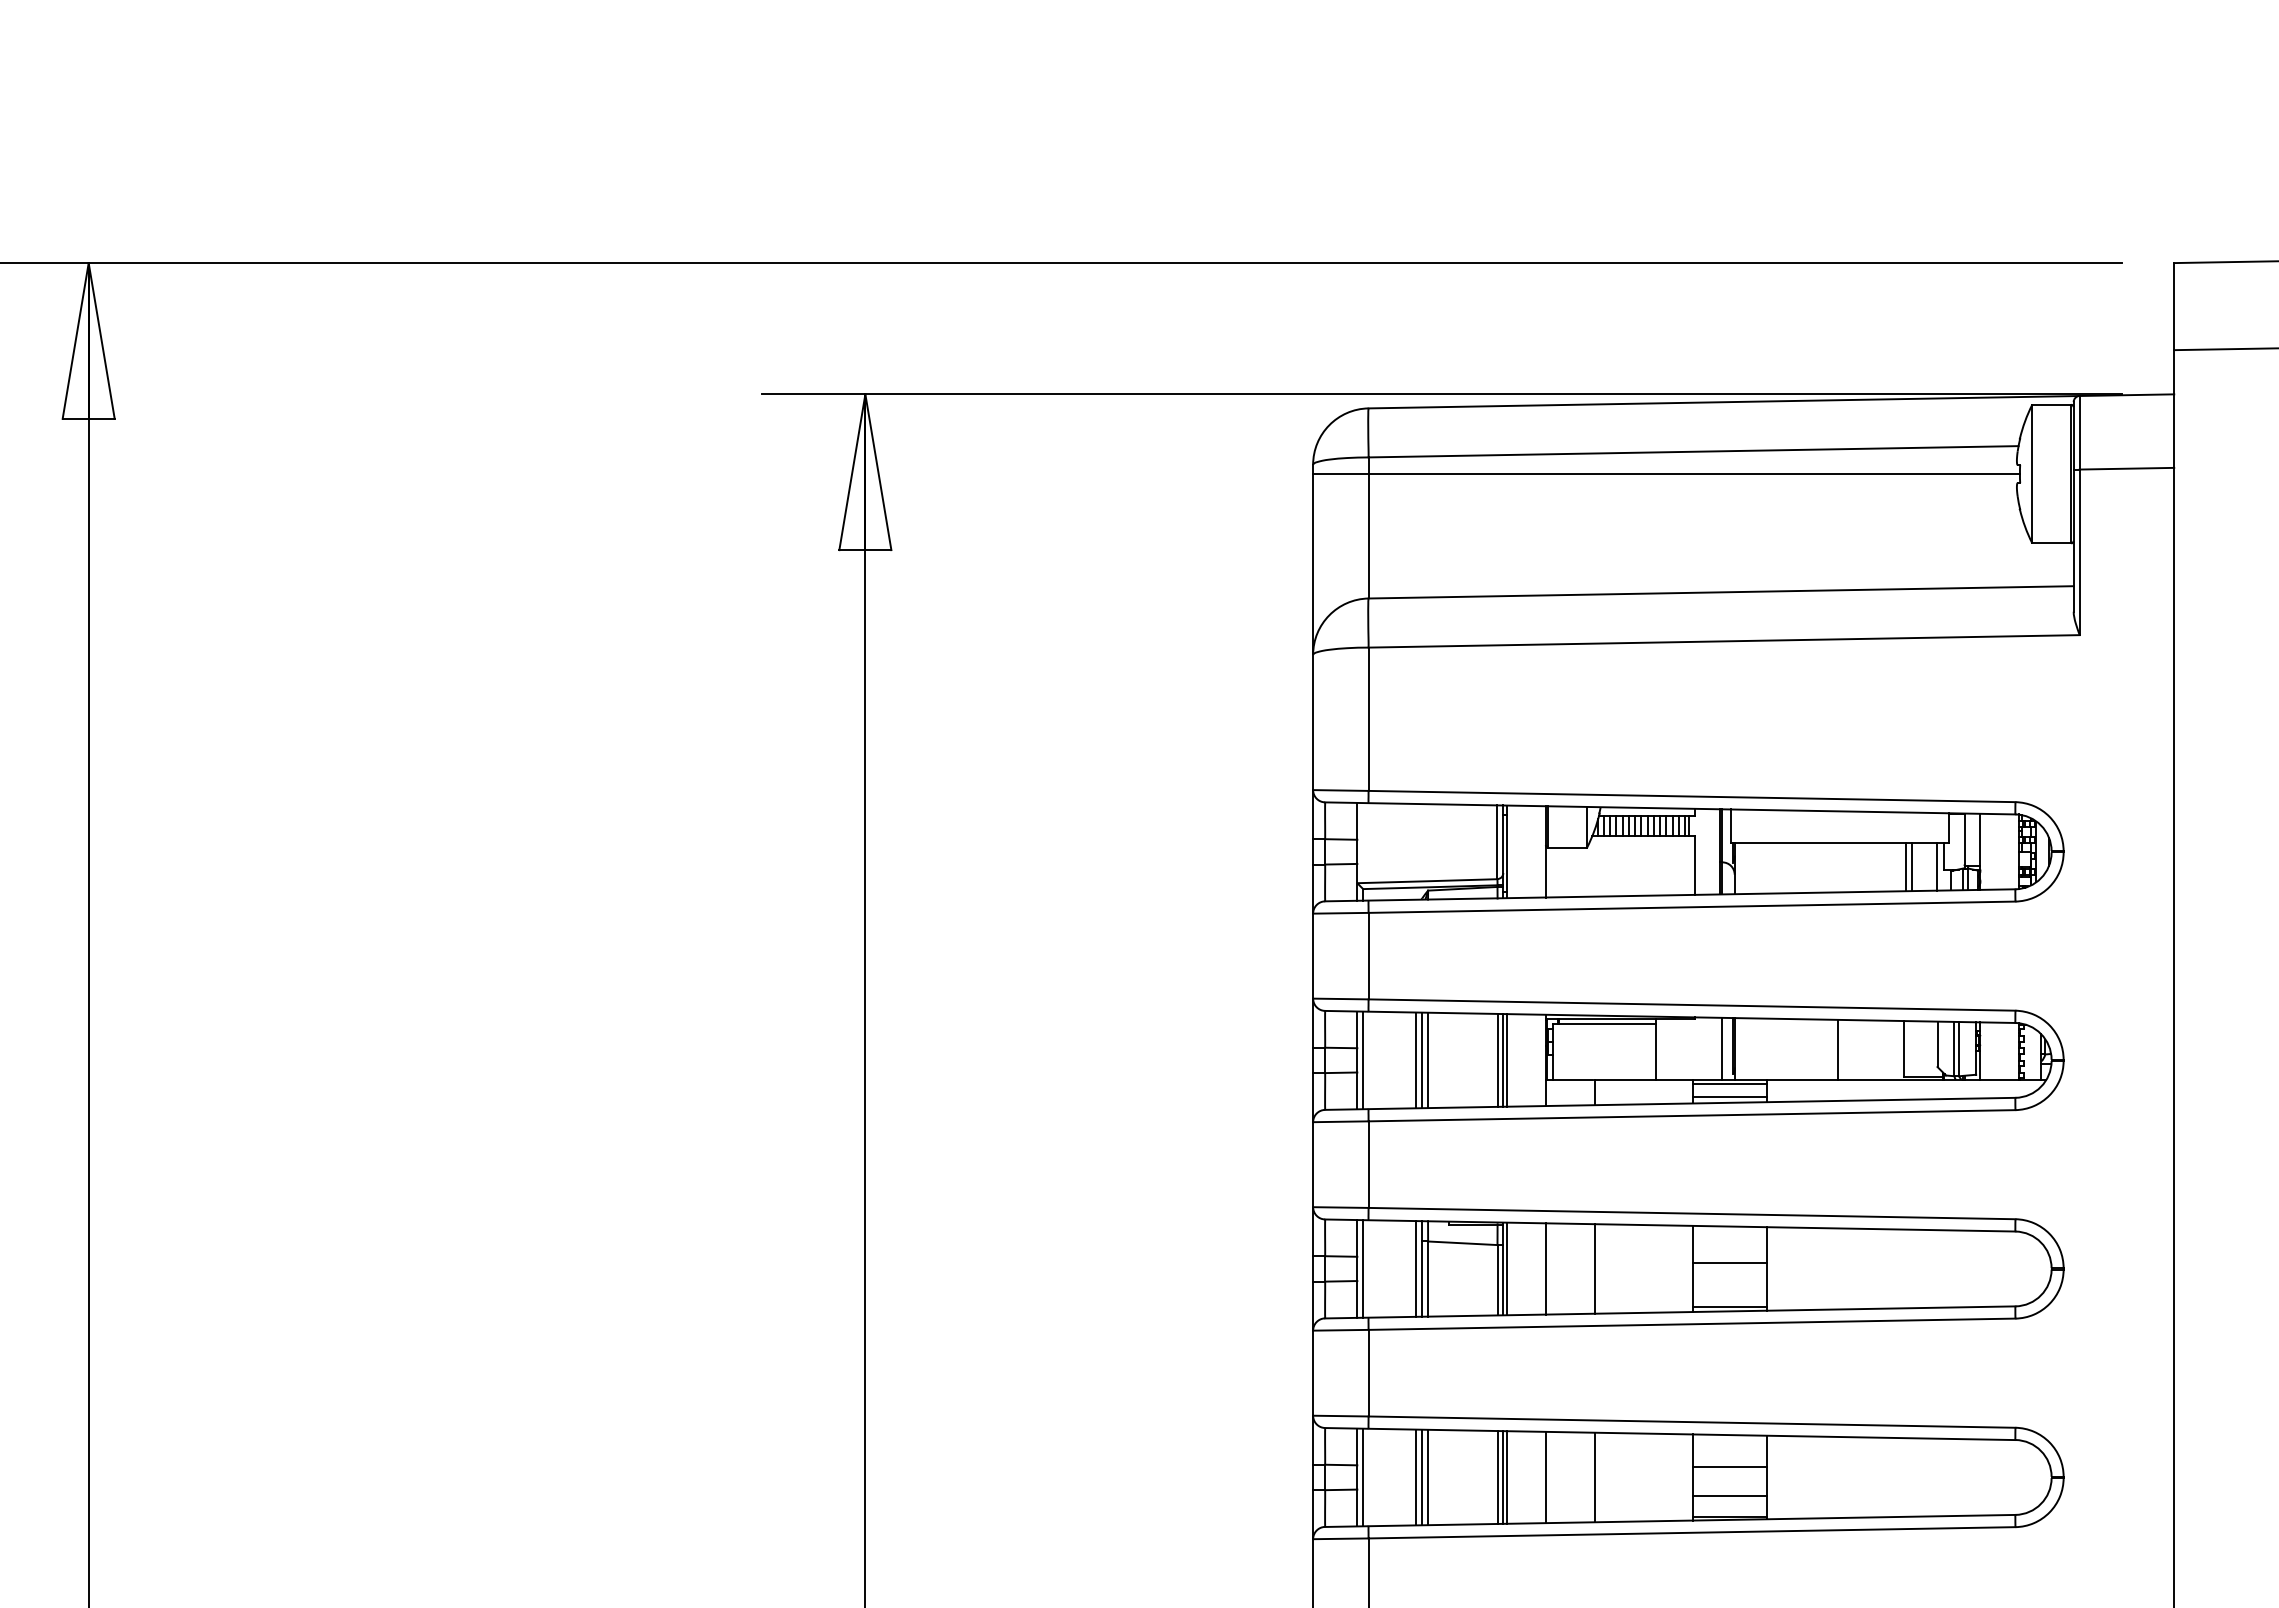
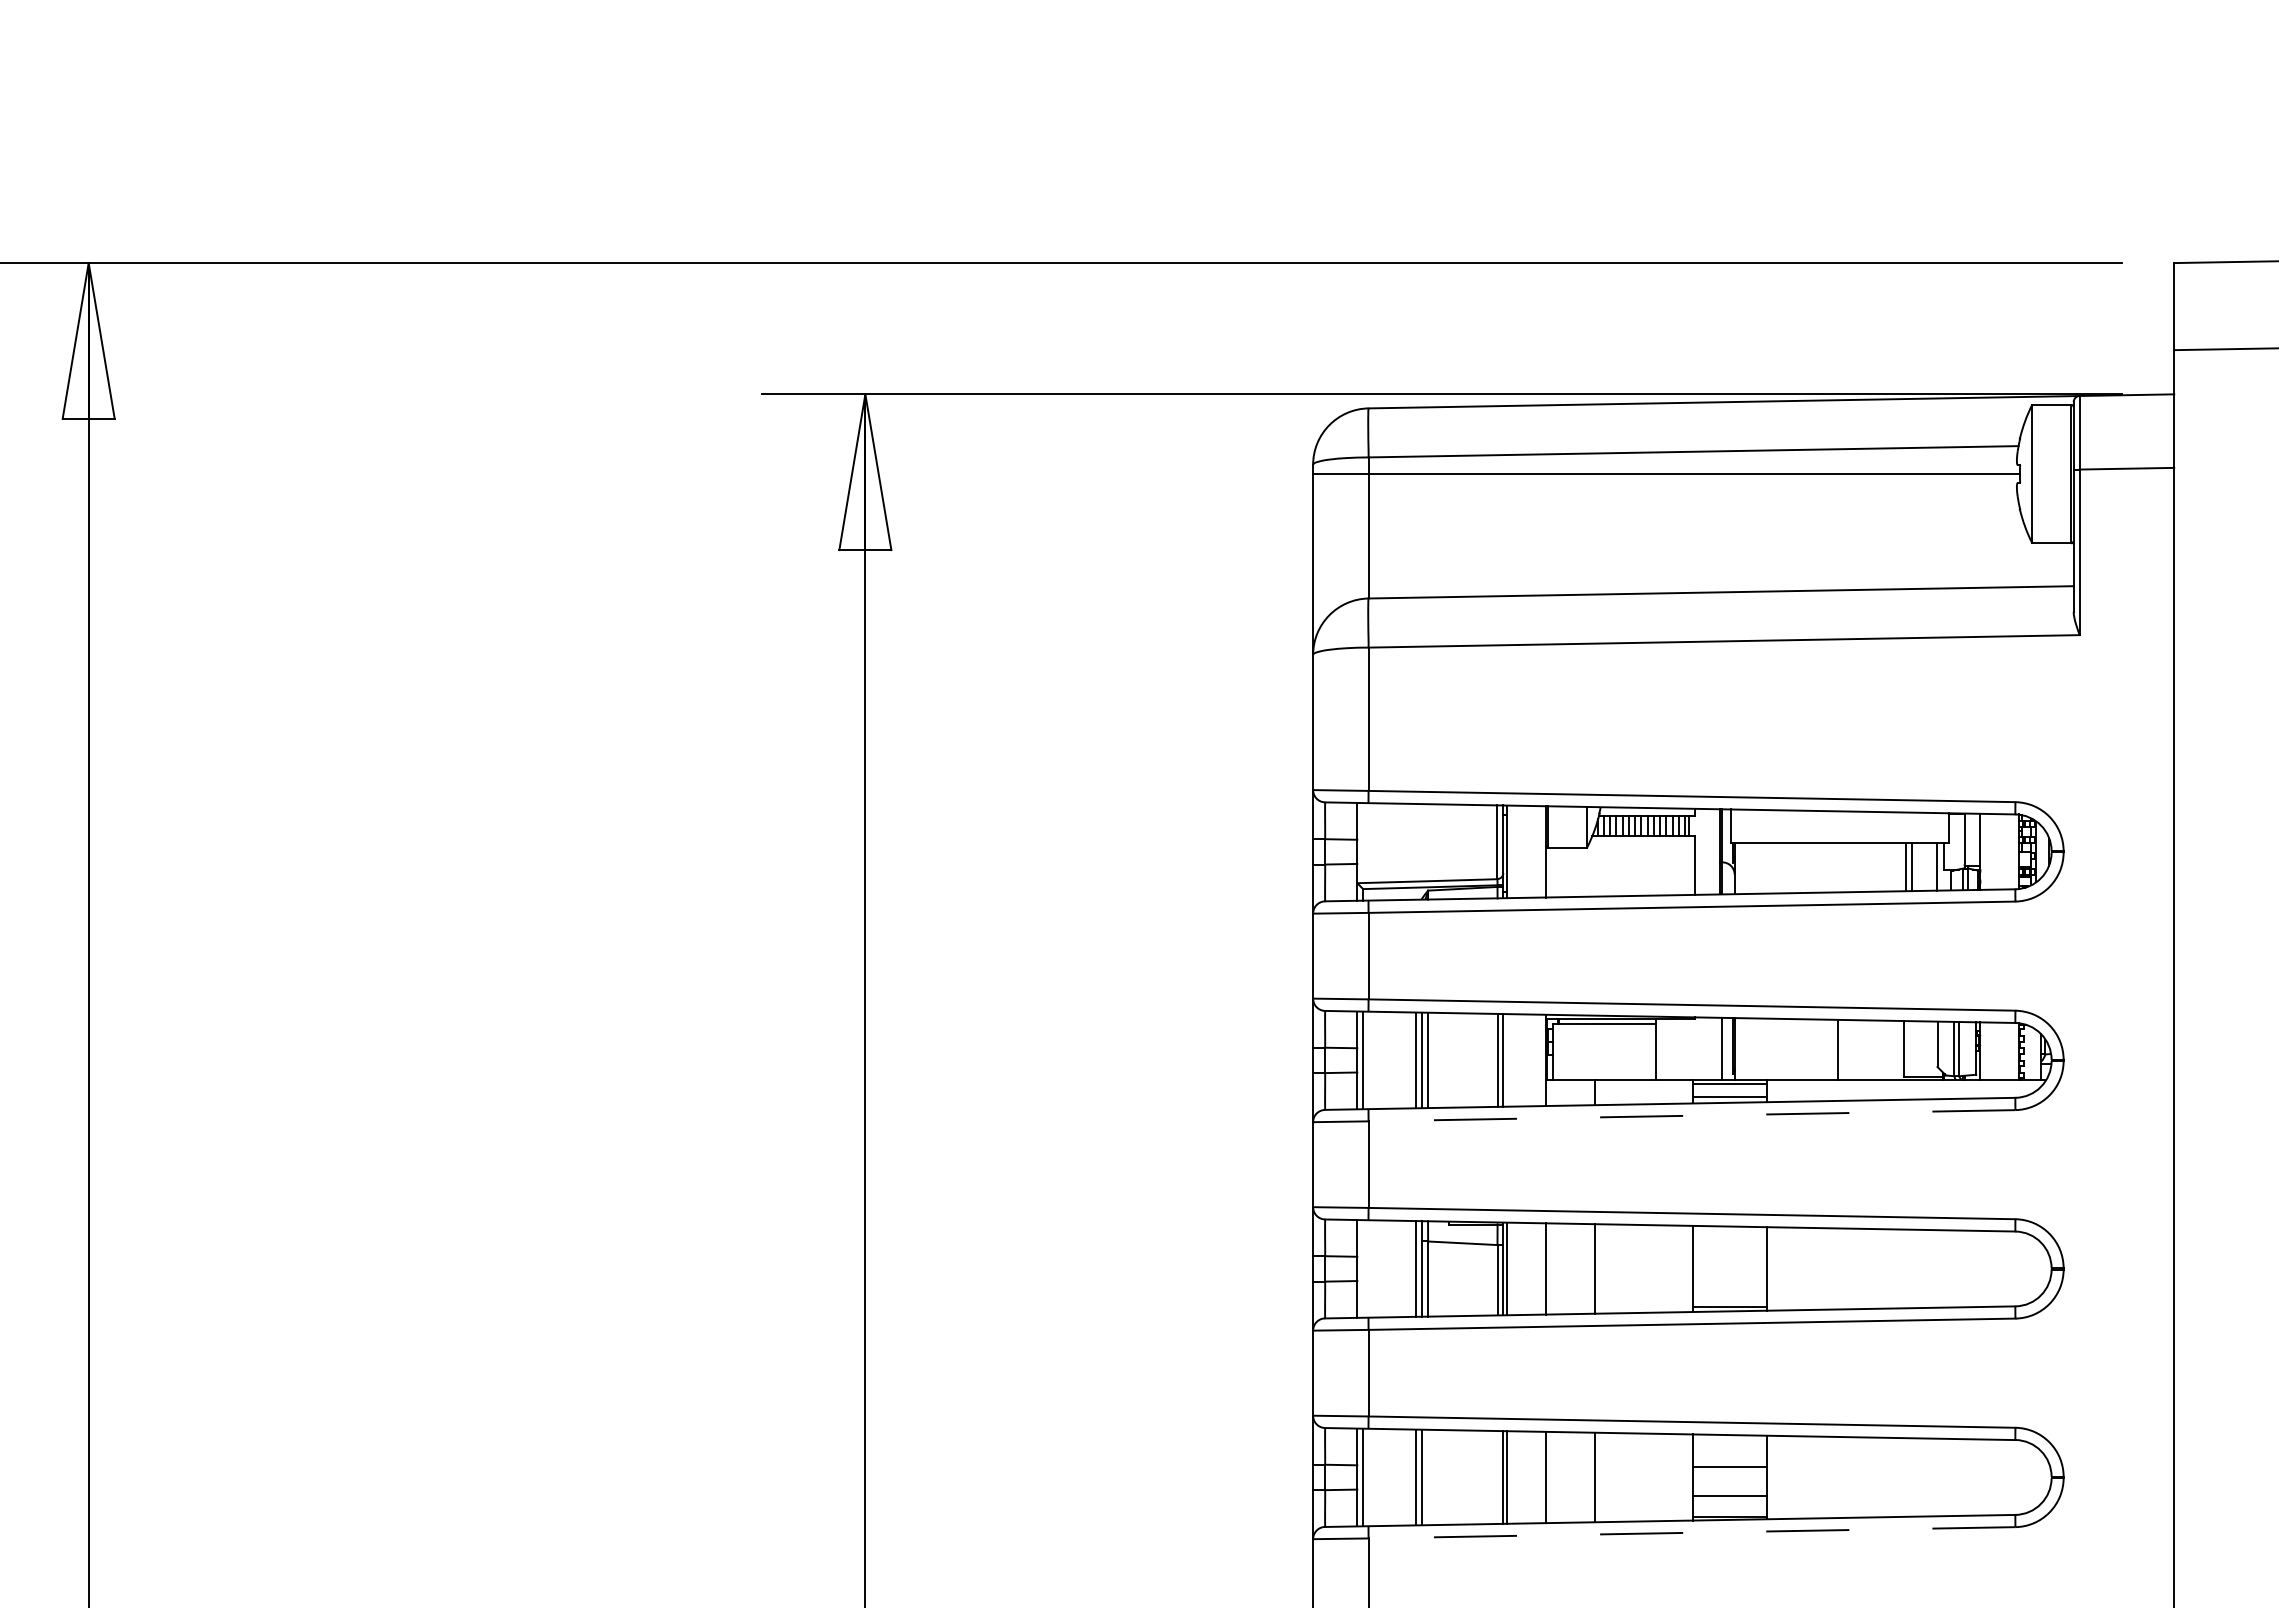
line at (1507, 1060): present -> none
line at (1691, 1115): solid -> dashed
line at (1729, 1262): present -> none
line at (1363, 1268): present -> none
line at (1428, 1477): present -> none
line at (1497, 1477): present -> none
line at (1691, 1532): solid -> dashed
